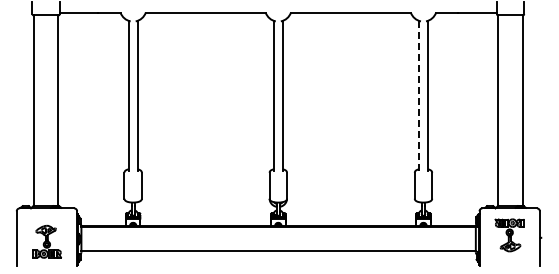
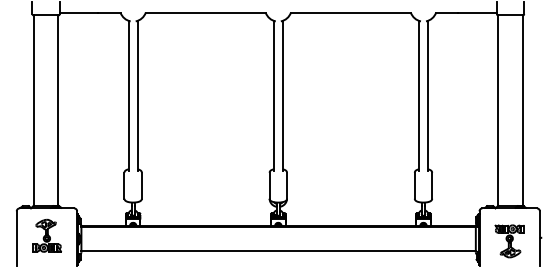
line at (418, 96): dashed -> solid
part at (509, 235) position: (509, 235) -> (509, 241)
part at (46, 241) position: (46, 241) -> (46, 235)
